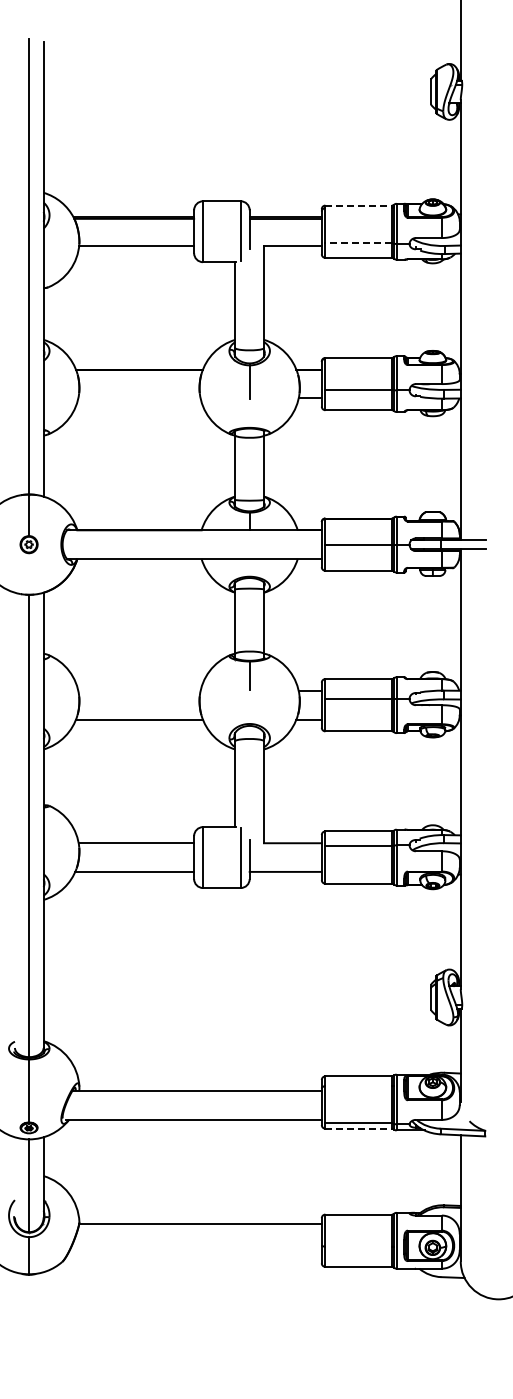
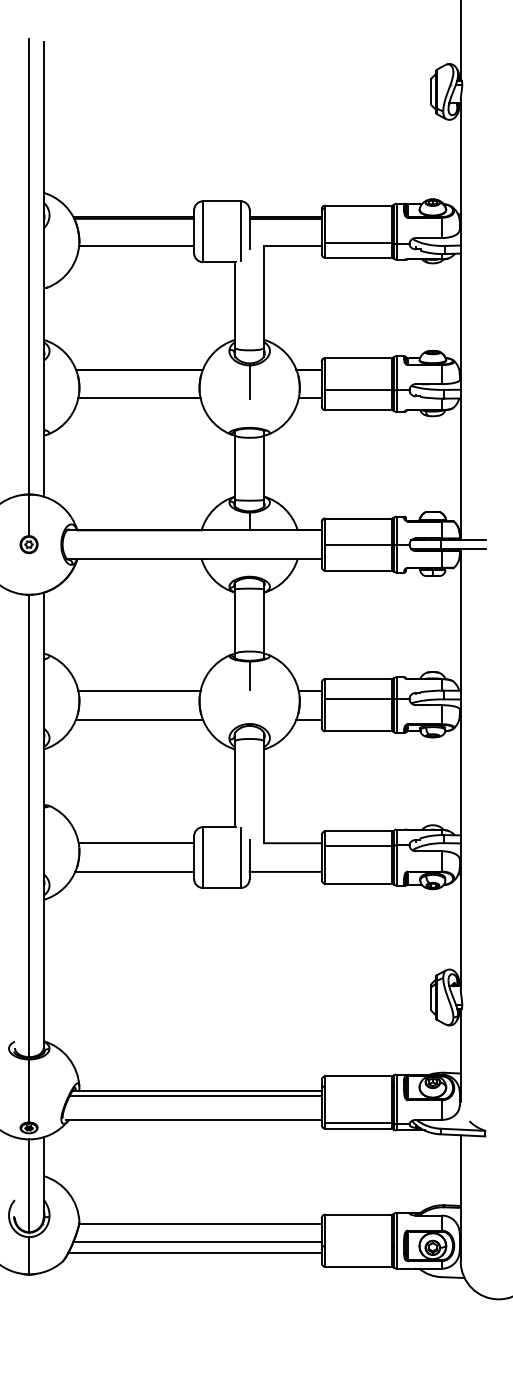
line at (359, 205): dashed -> solid
line at (358, 243): dashed -> solid
line at (139, 398): none -> present
line at (139, 690): none -> present
line at (195, 1096): none -> present
line at (359, 1128): dashed -> solid
line at (197, 1242): none -> present
line at (194, 1253): none -> present
